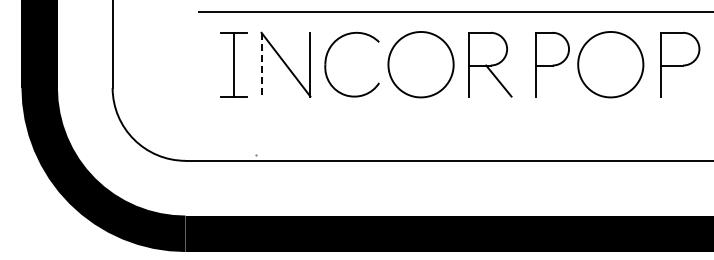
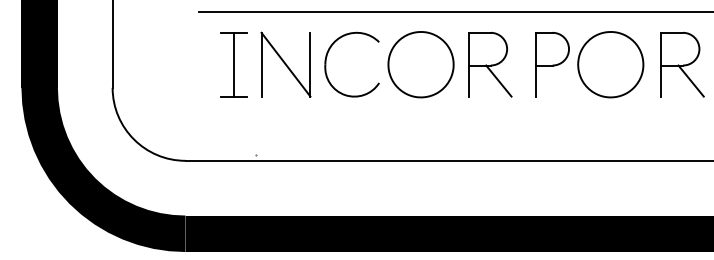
line at (261, 64): dashed -> solid
line at (690, 80): none -> present
